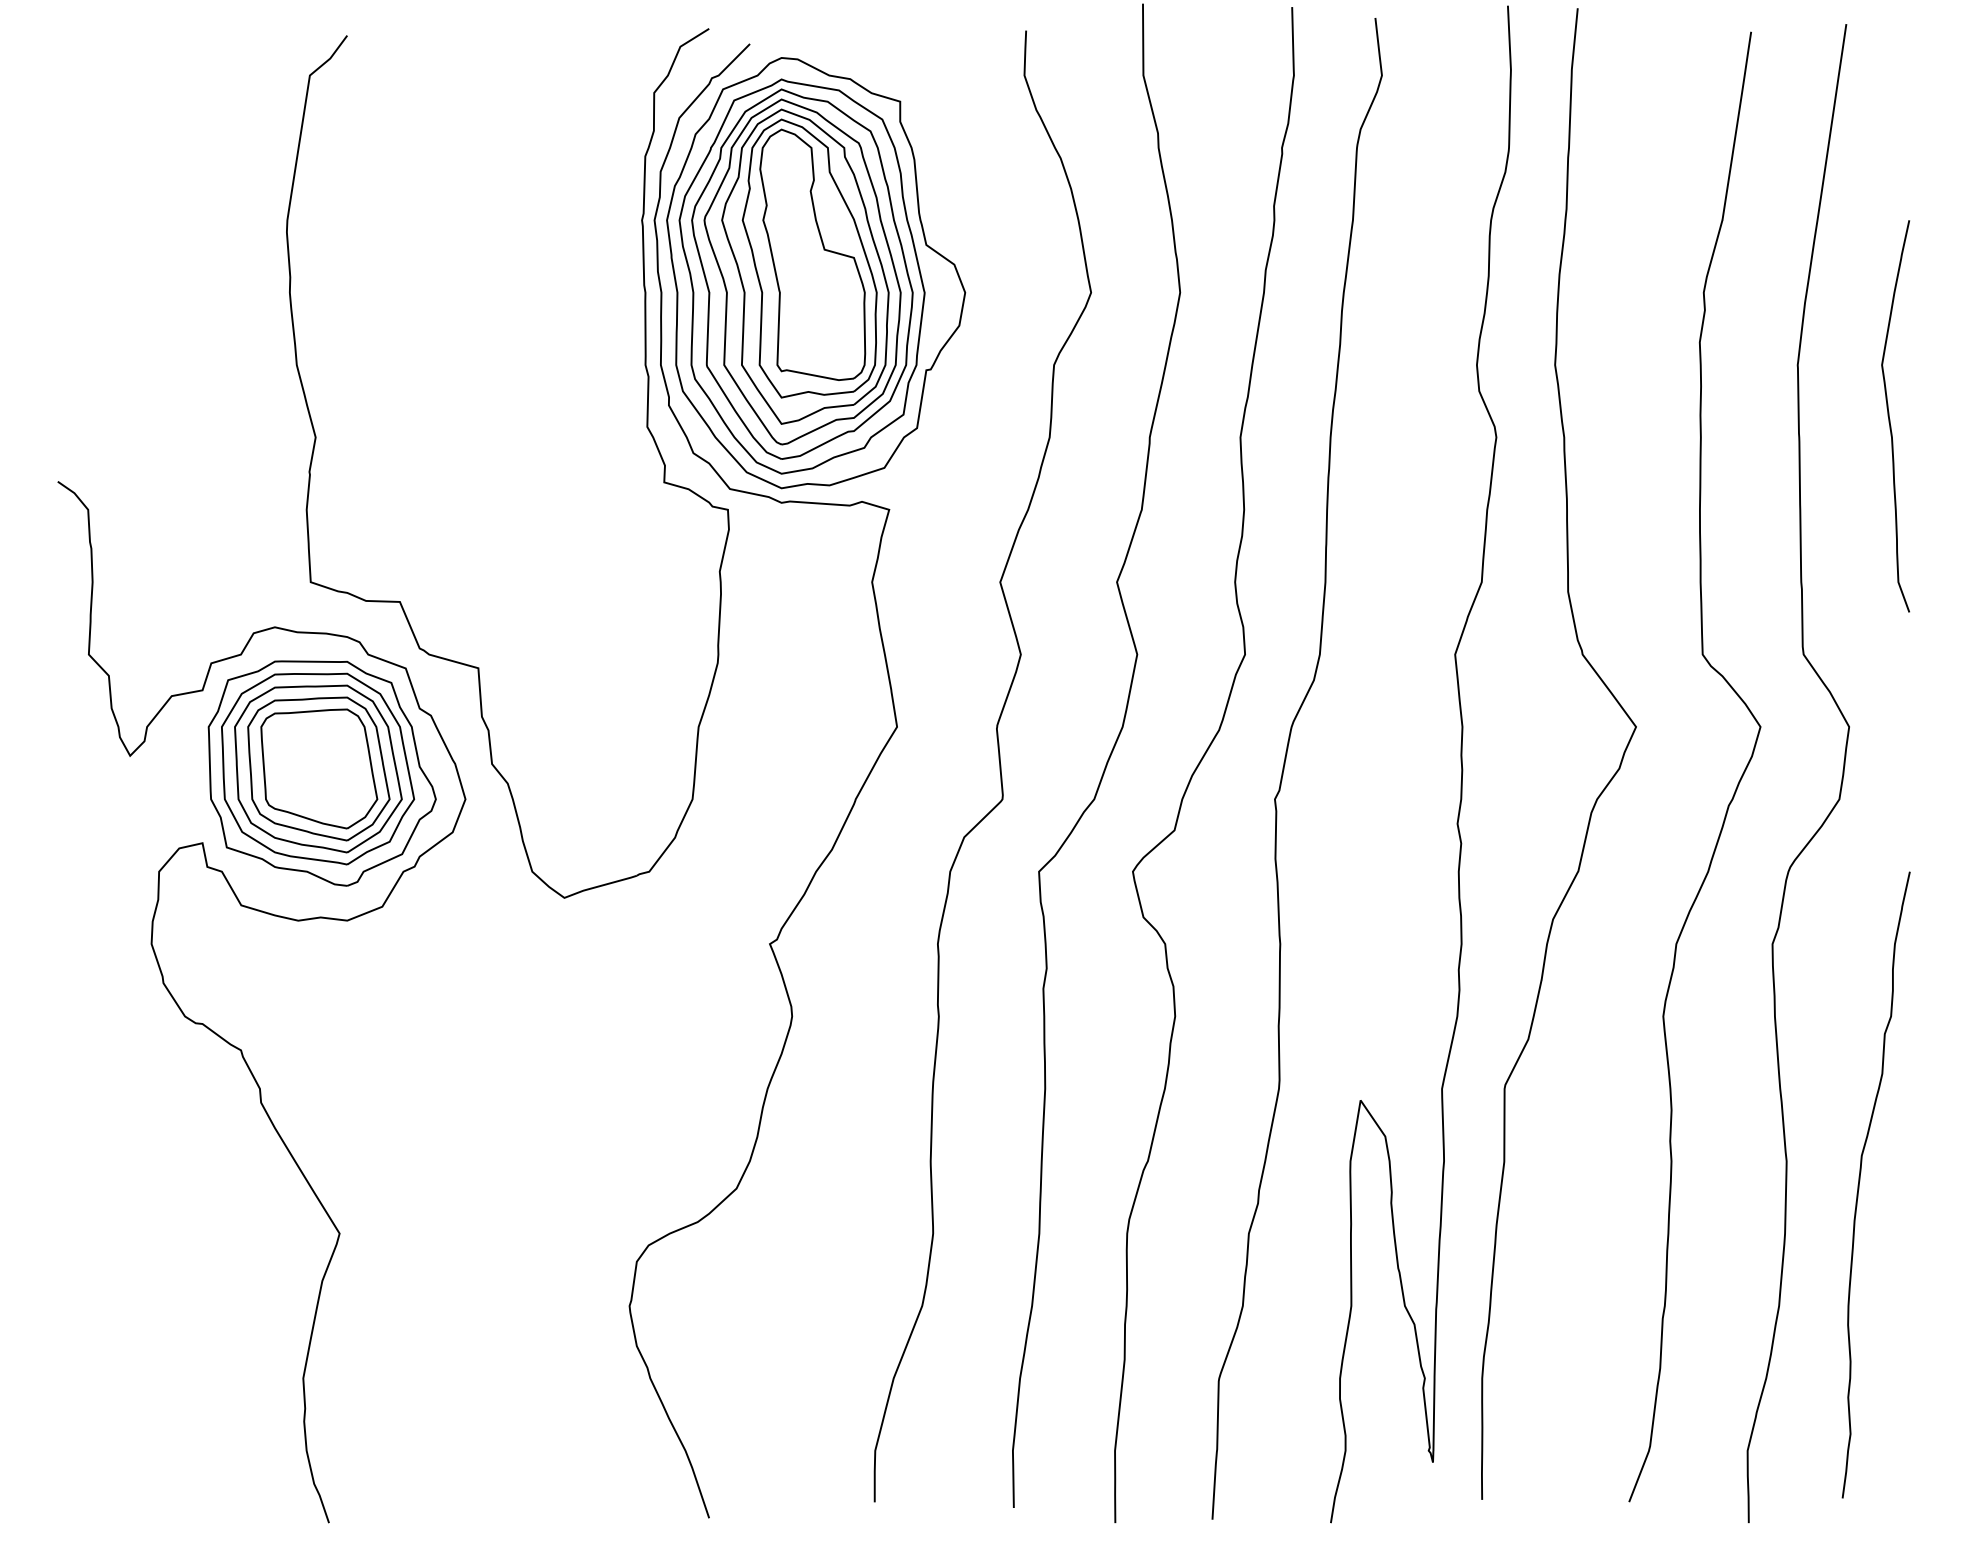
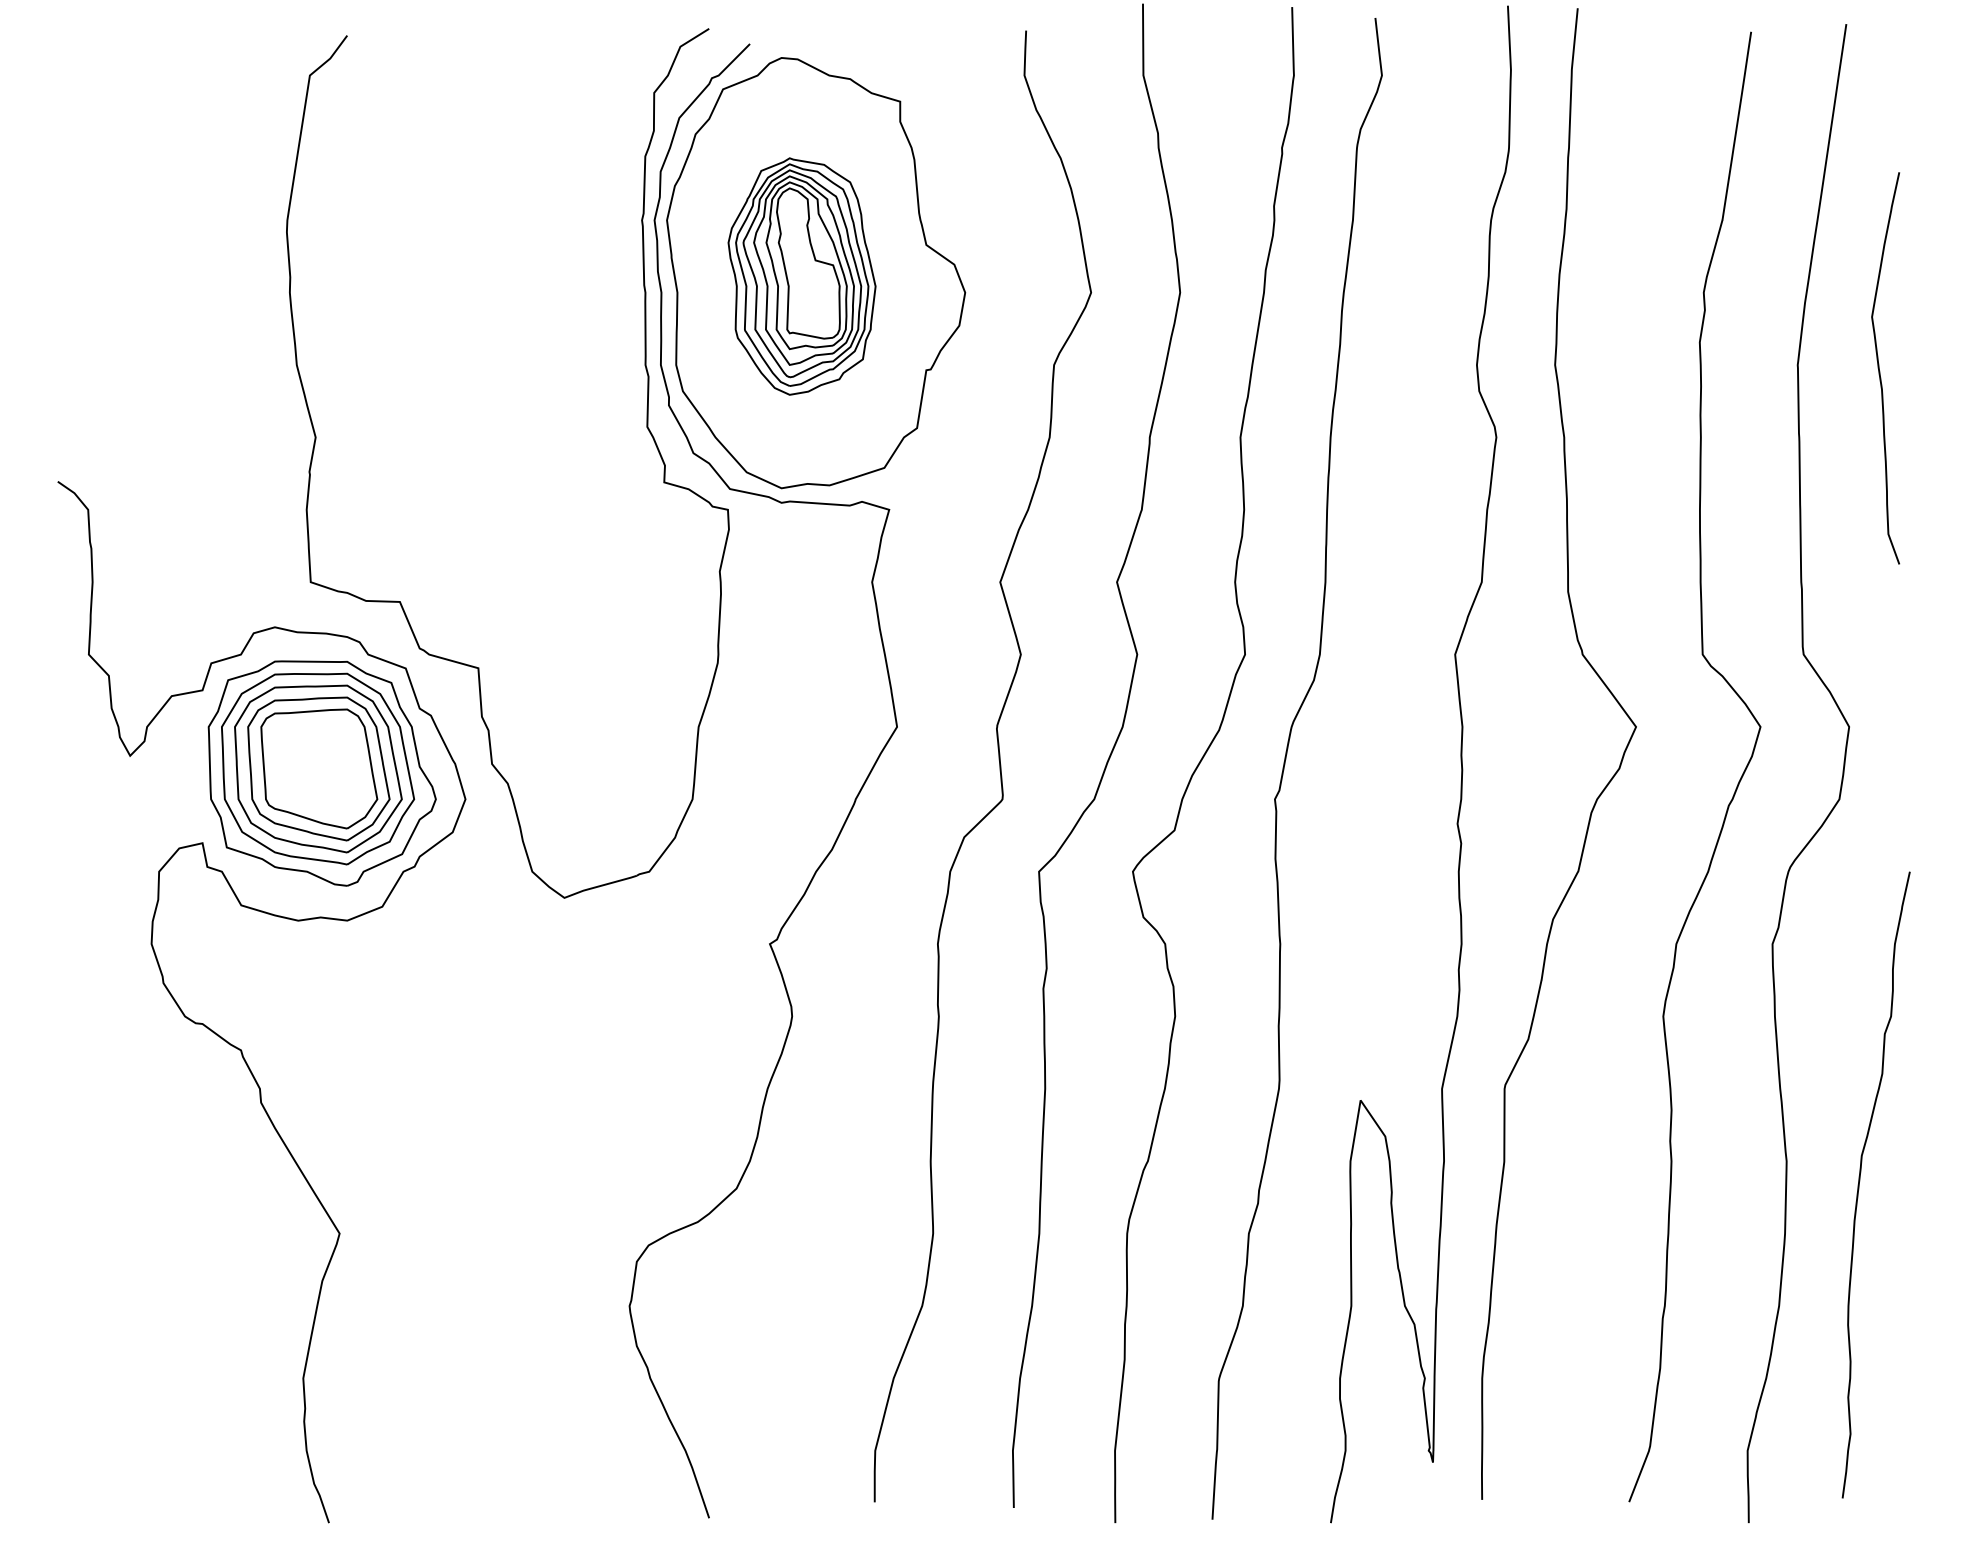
part at (801, 276) size: 248x397 px -> 150x239 px
curve at (1890, 419) position: (1890, 419) -> (1880, 371)
